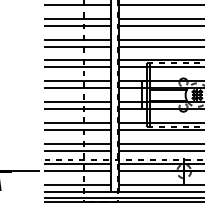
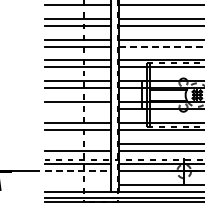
line at (161, 46): solid -> dashed
line at (77, 108): present -> none
line at (77, 143): present -> none
line at (78, 171): solid -> dashed
line at (77, 185): present -> none
